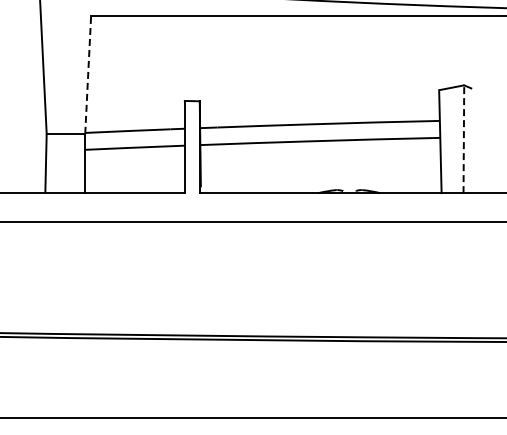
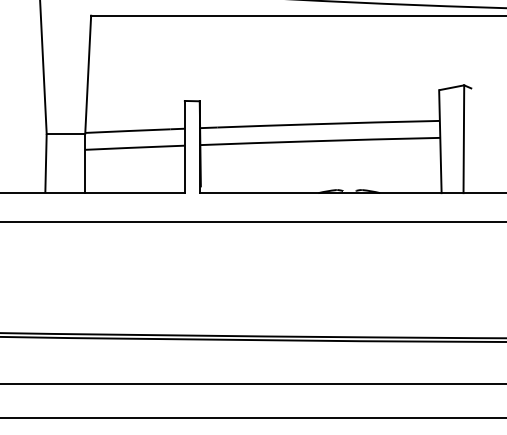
line at (88, 74): dashed -> solid
line at (463, 139): dashed -> solid
line at (252, 384): none -> present
